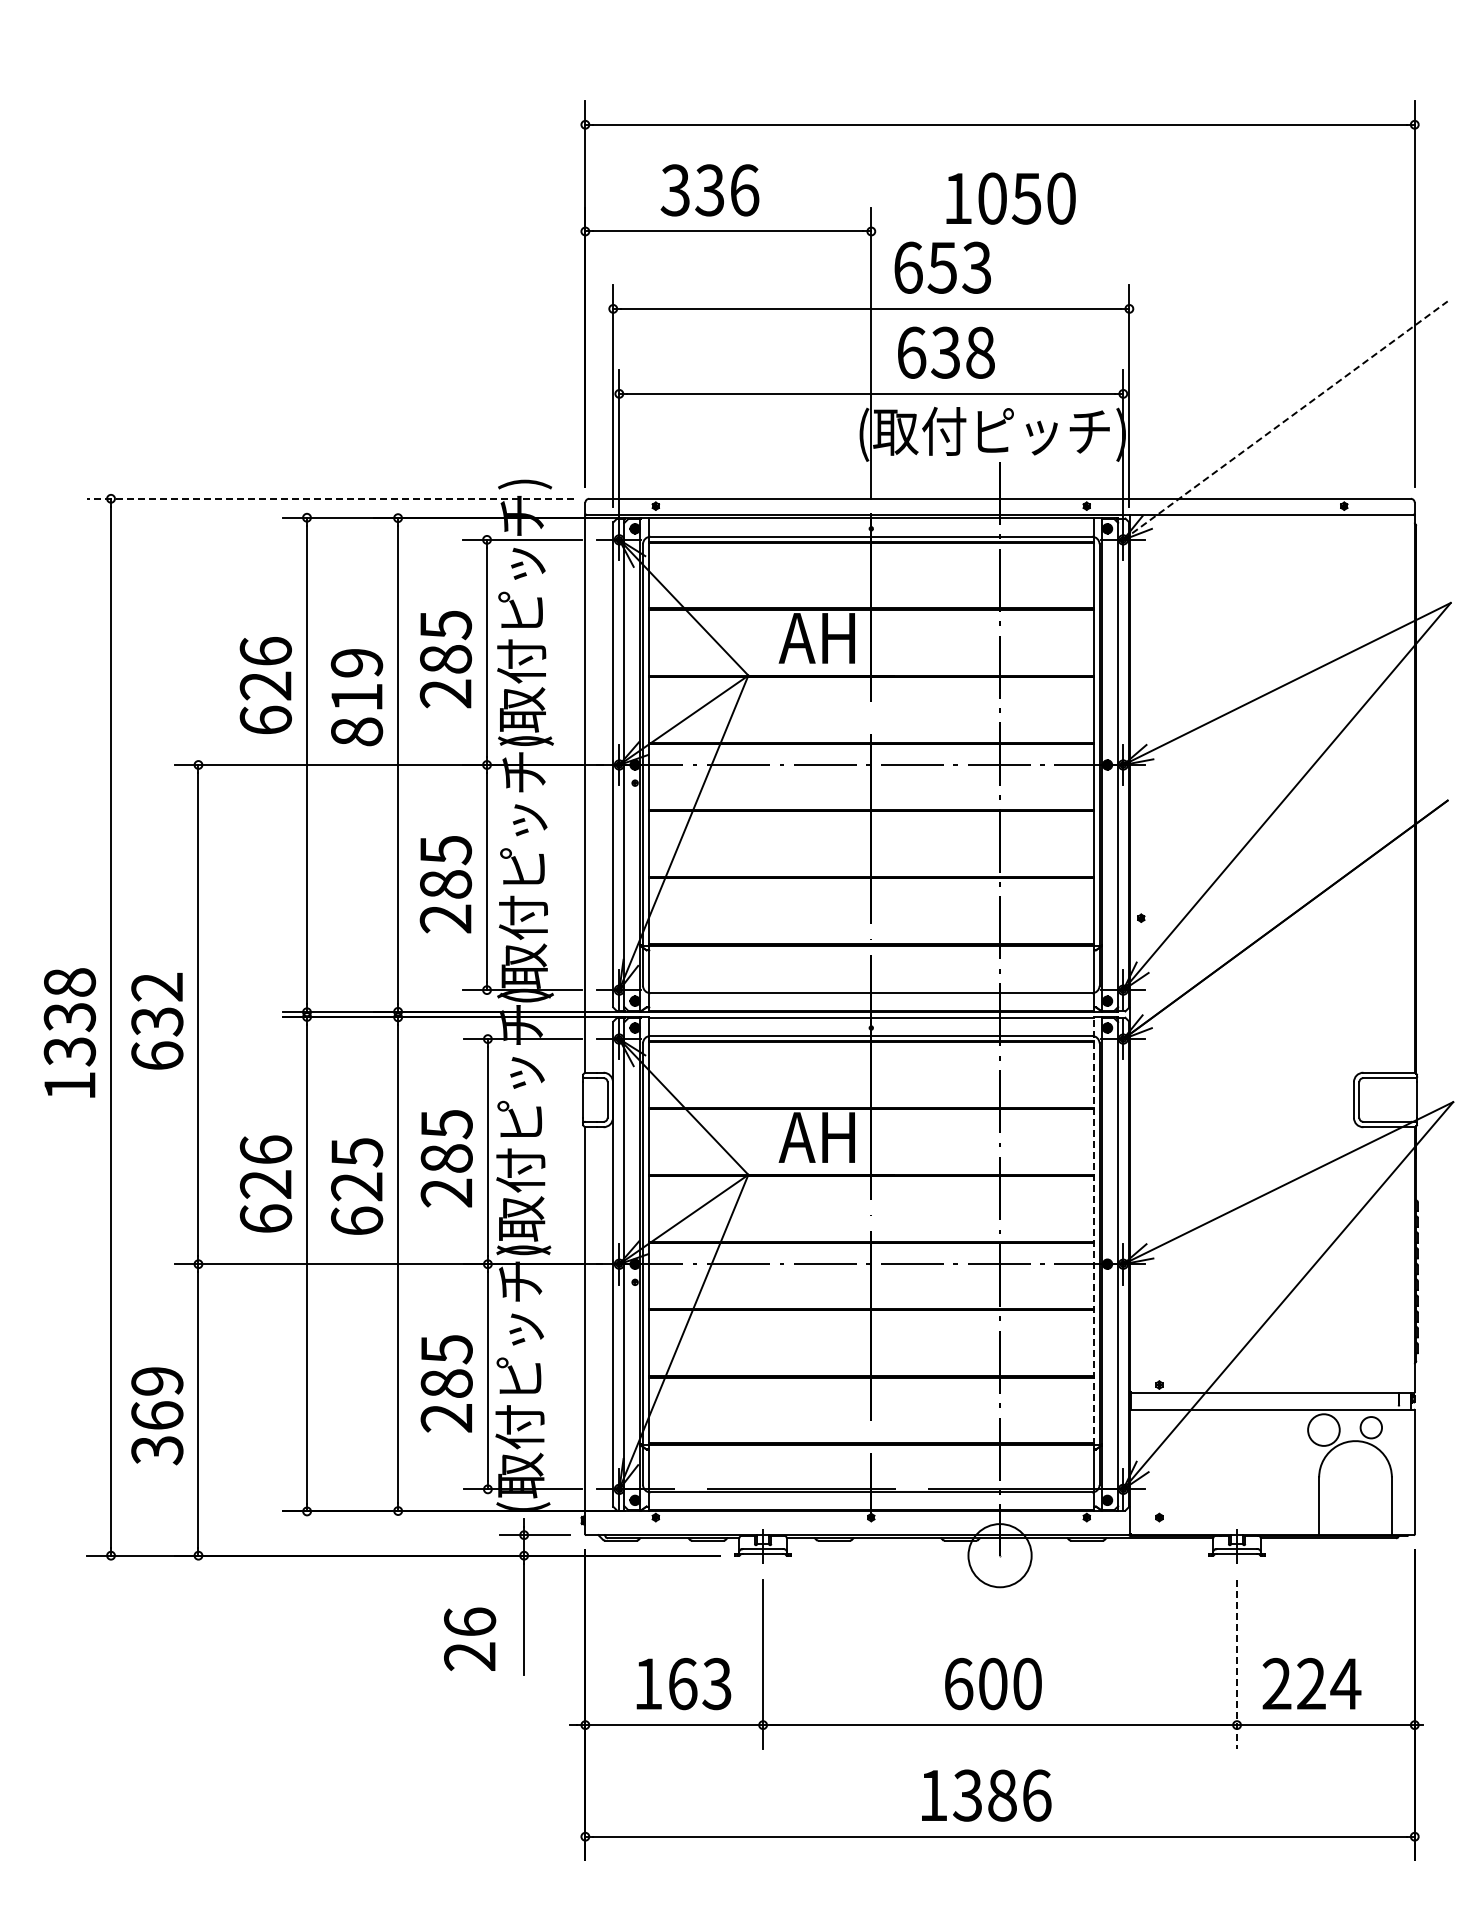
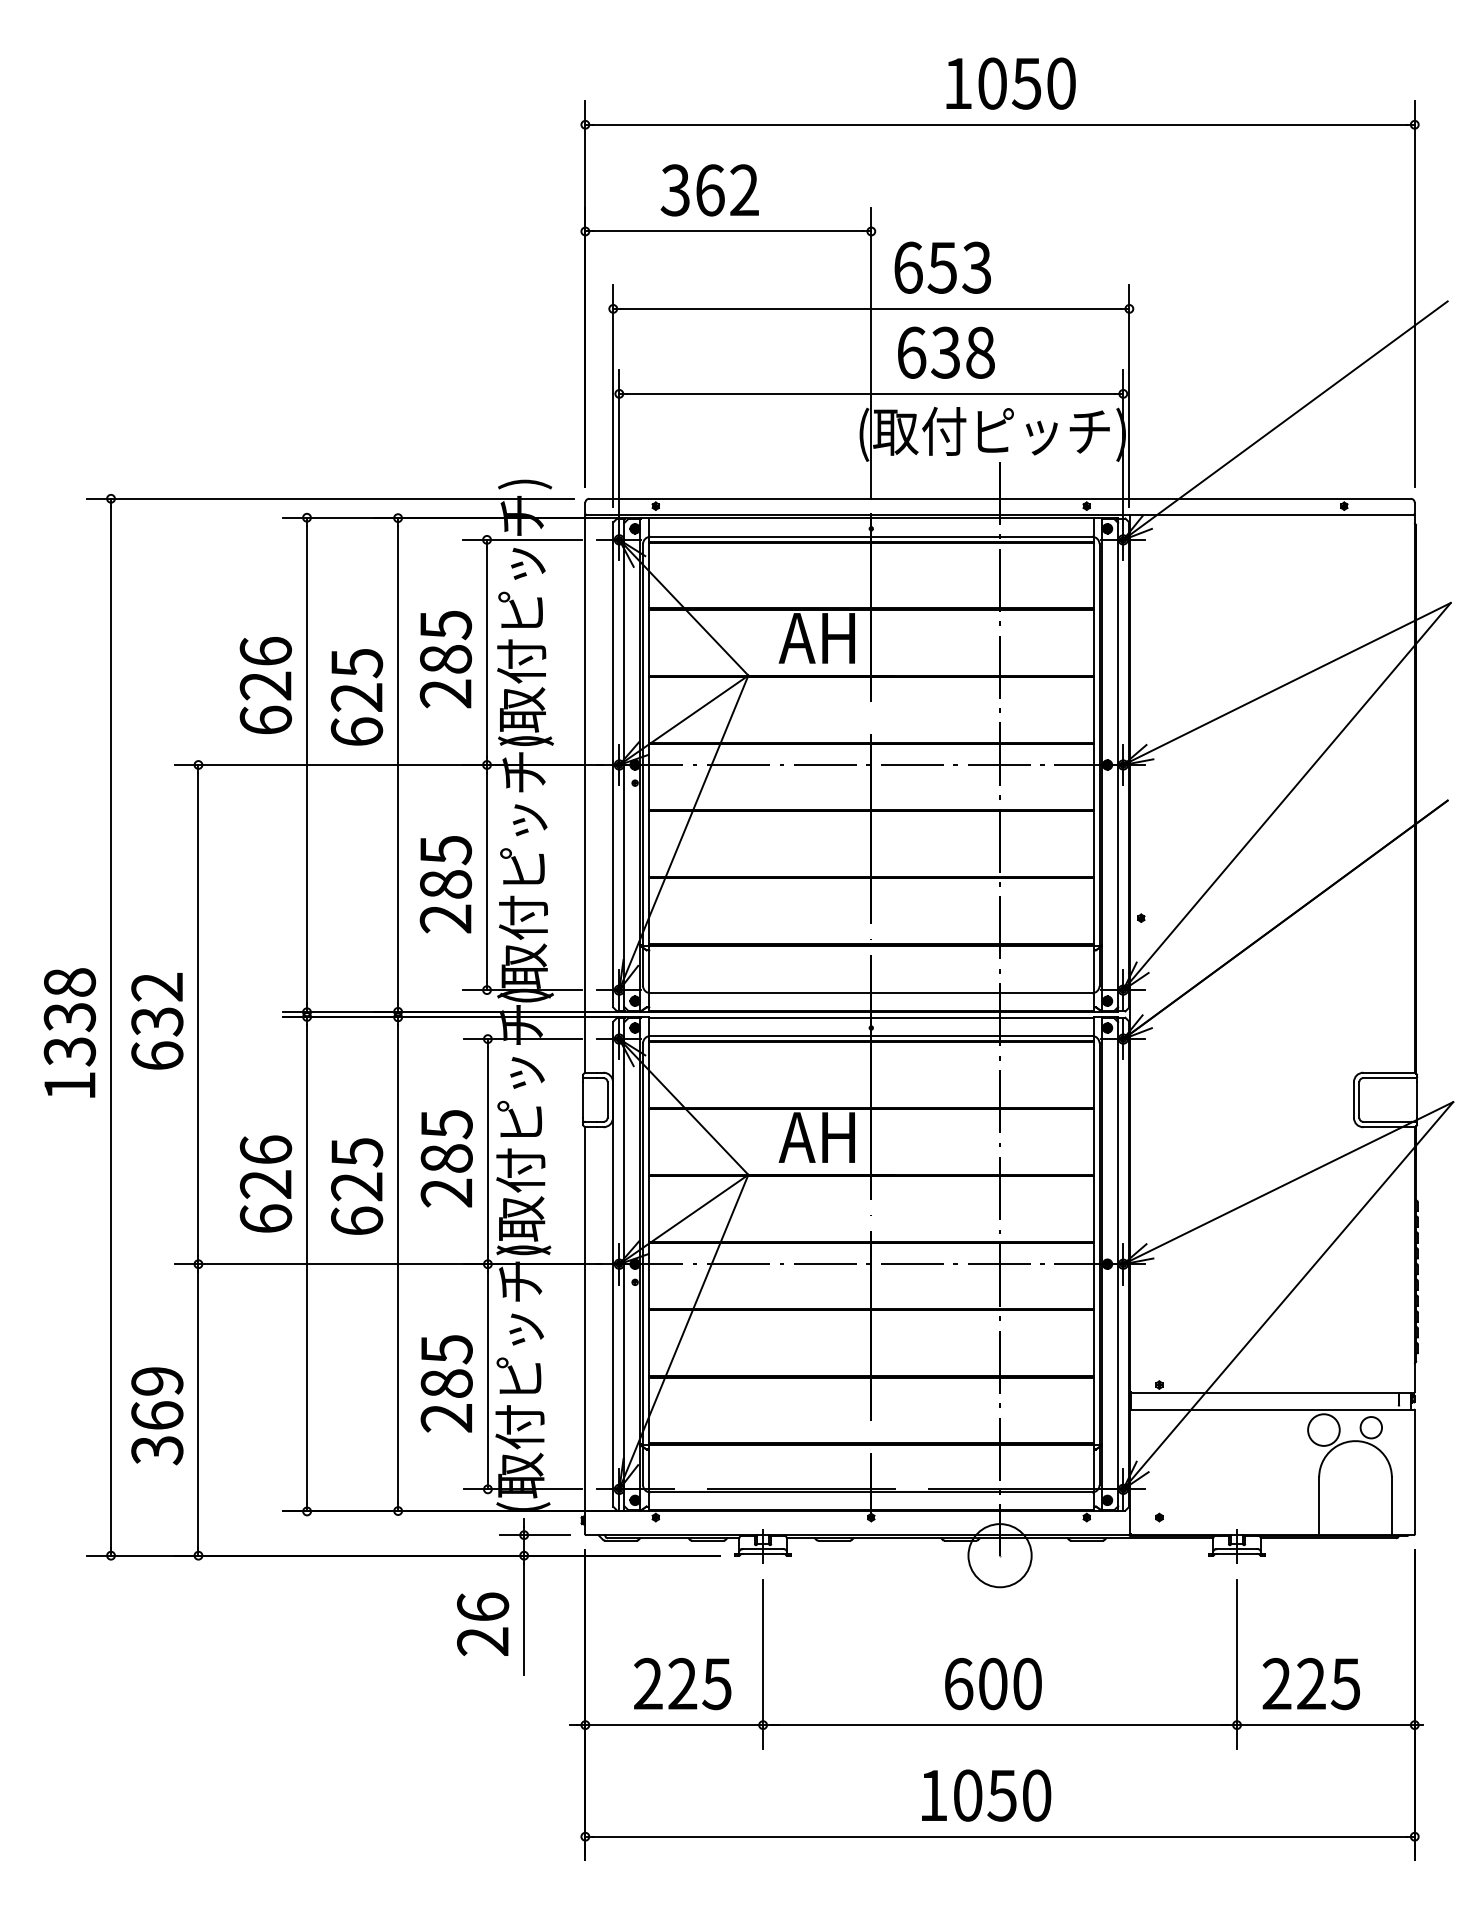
text at (727, 190): 336 -> 362
text at (1010, 198) position: (1010, 198) -> (1010, 83)
line at (1285, 420): dashed -> solid
line at (329, 498): dashed -> solid
text at (356, 697): 819 -> 625
line at (1093, 1231): dashed -> solid
text at (470, 1638) position: (470, 1638) -> (483, 1623)
line at (1237, 1664): dashed -> solid
text at (682, 1683): 163 -> 225
text at (1345, 1684): 224 -> 225
text at (1002, 1795): 1386 -> 1050
